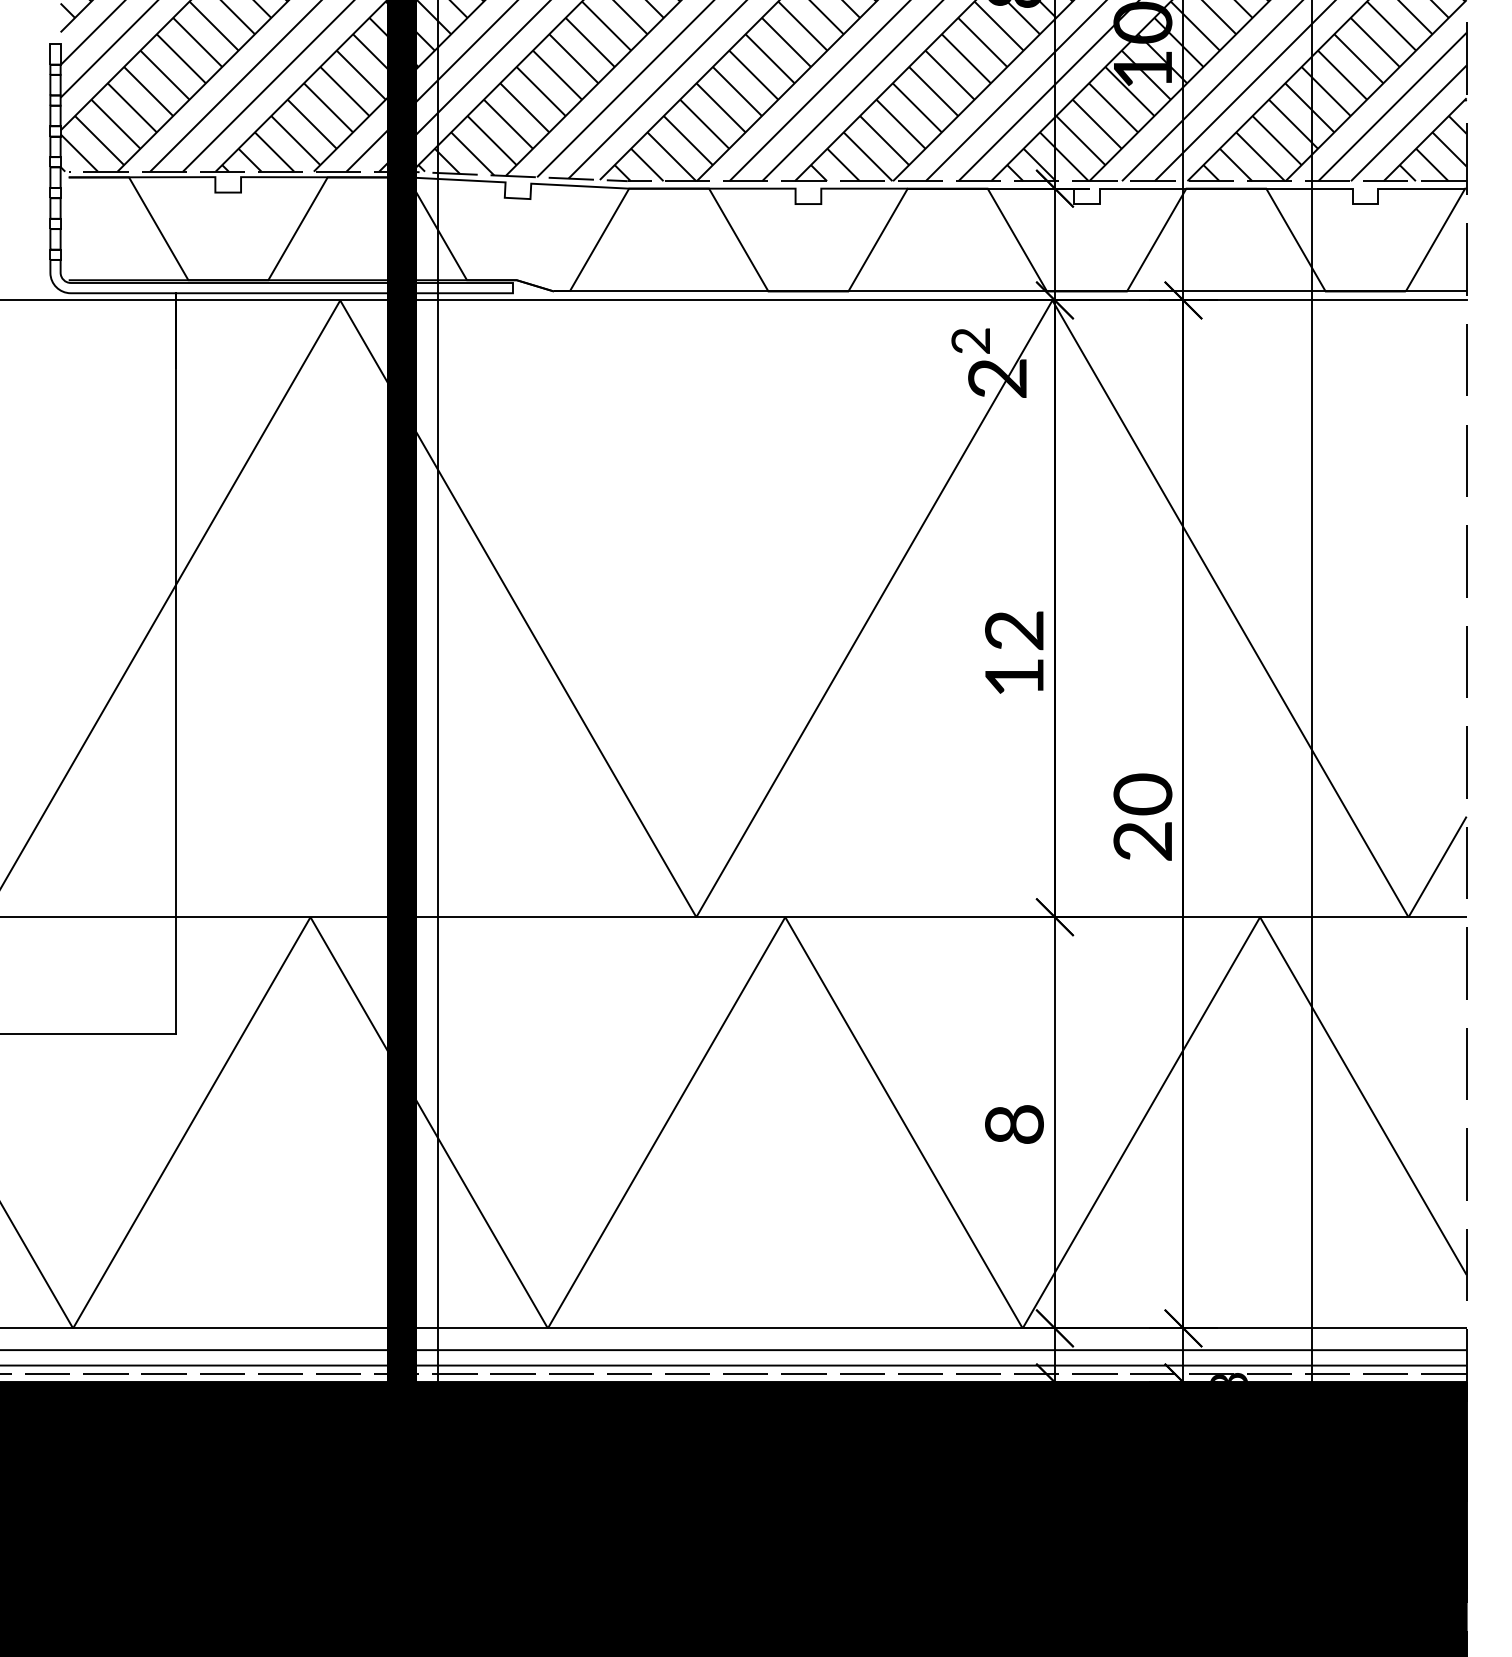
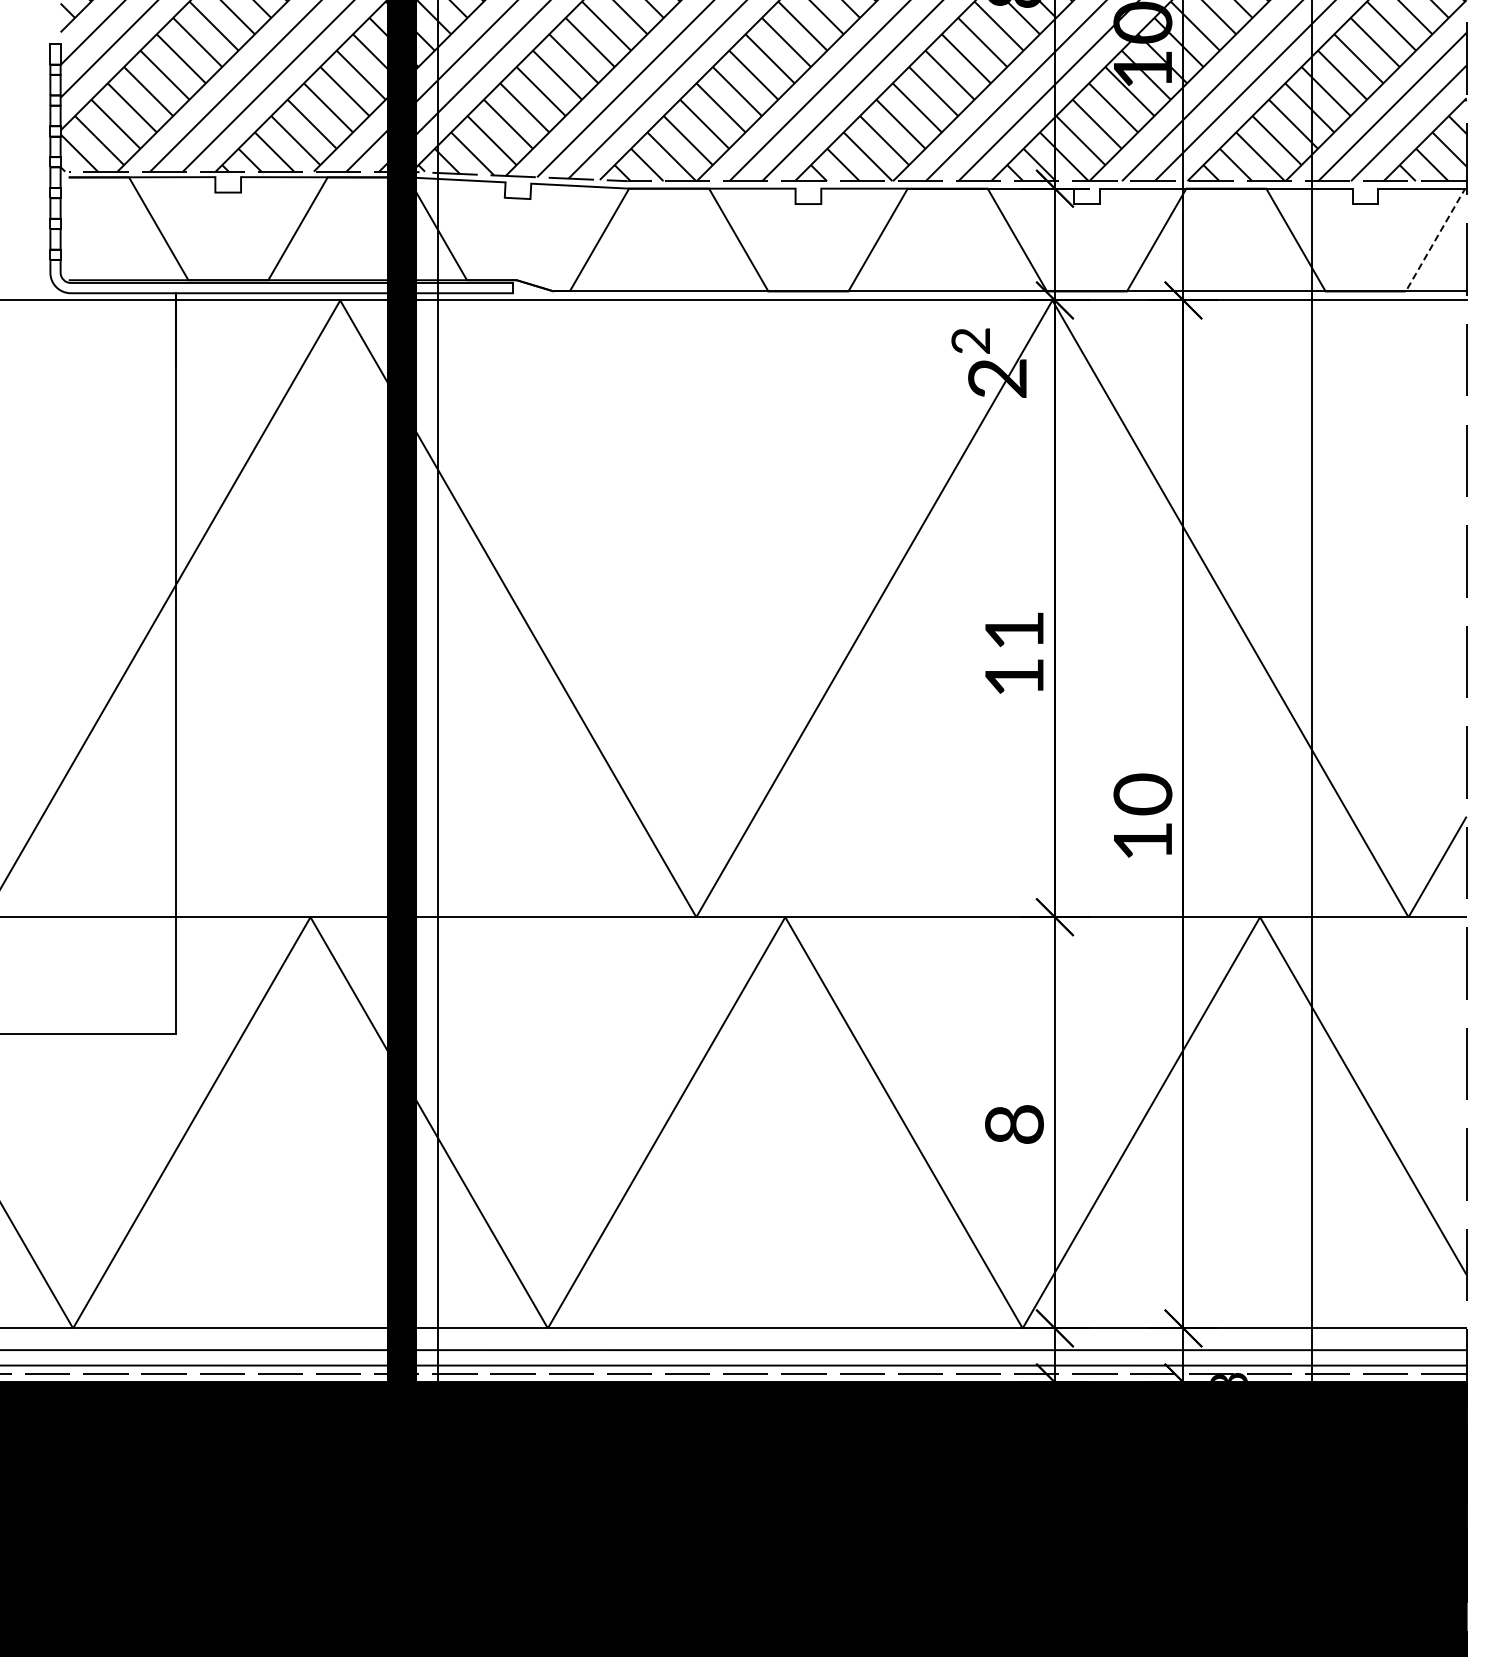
line at (1436, 238): solid -> dashed
text at (1014, 630): 12 -> 11
text at (1142, 841): 20 -> 10
